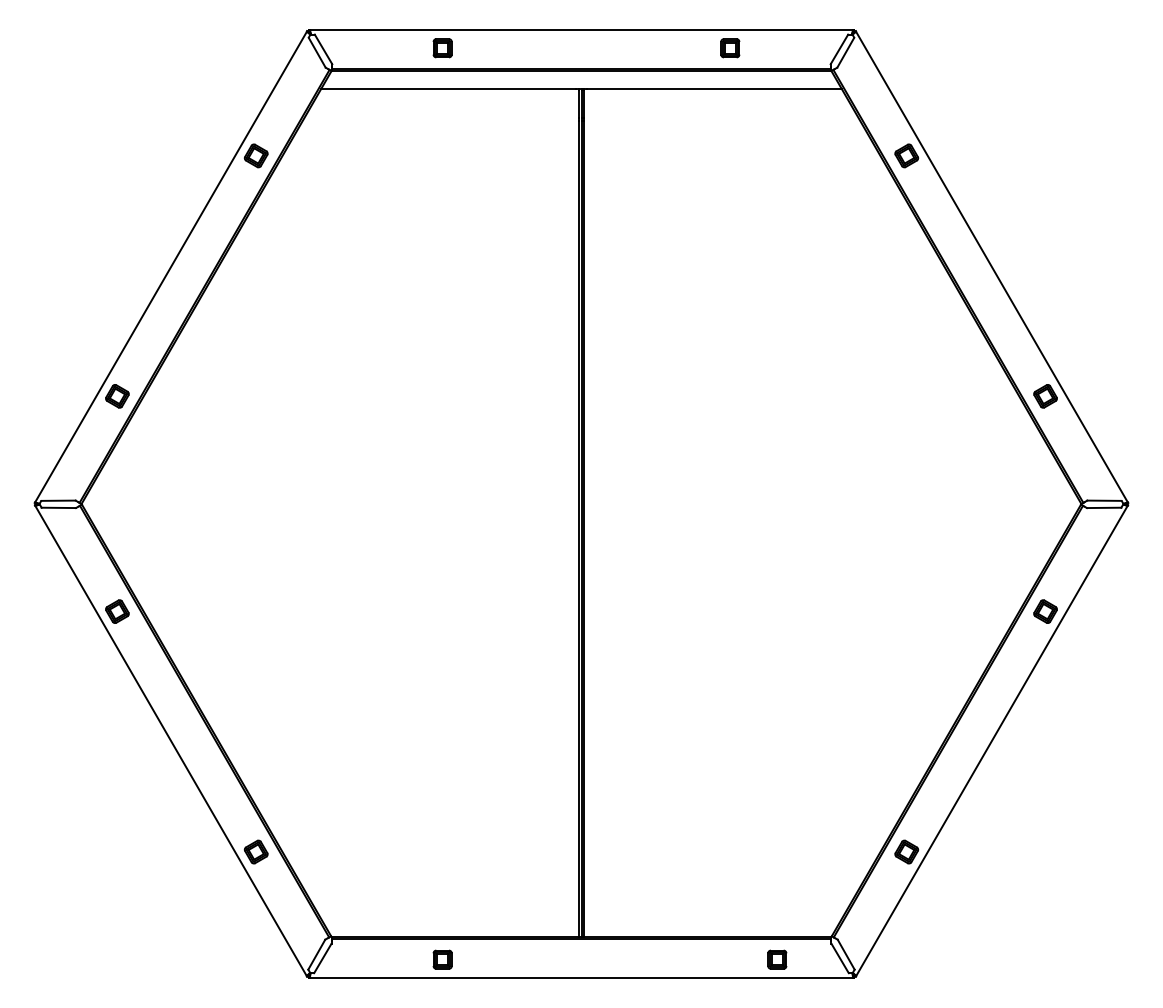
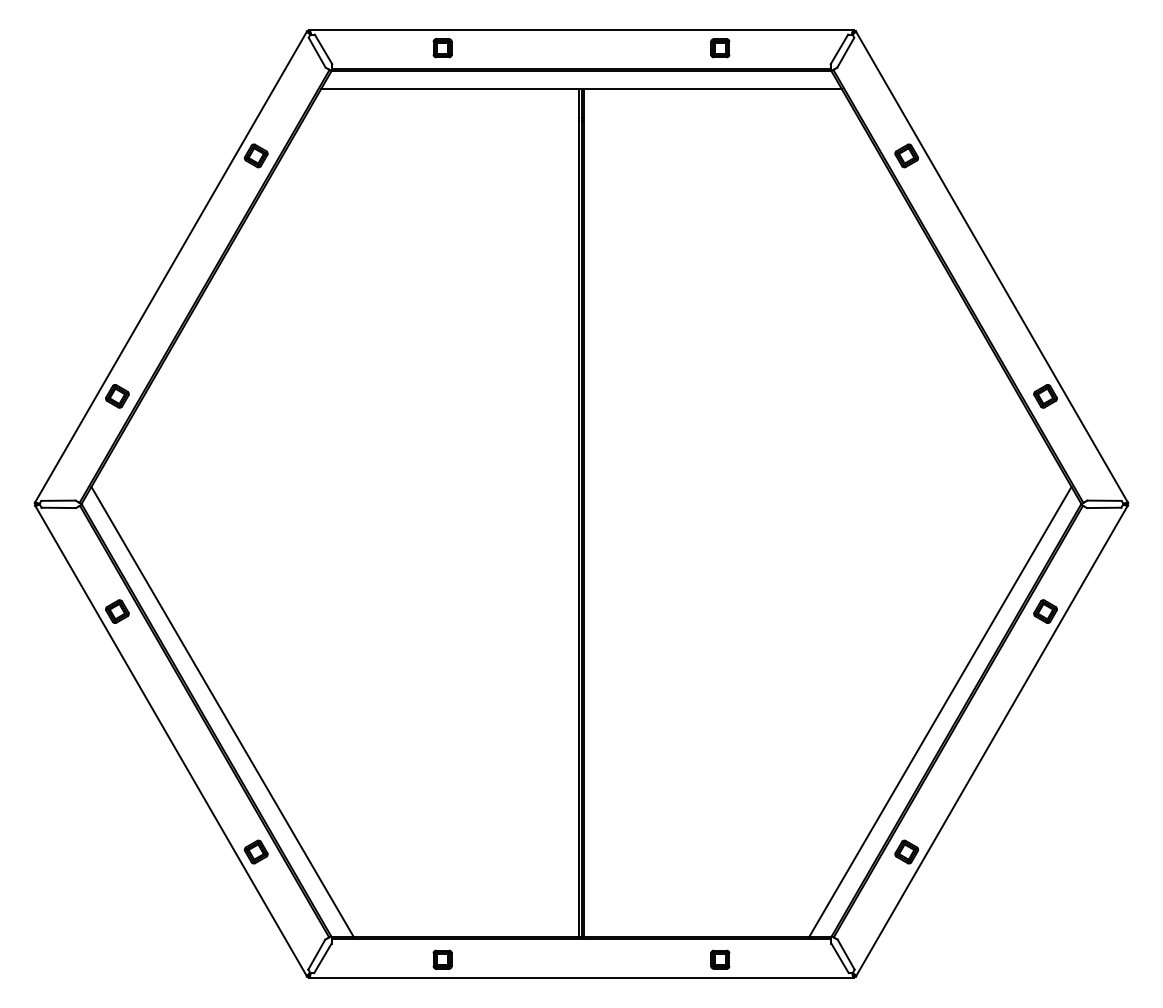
part at (730, 48) position: (730, 48) -> (720, 48)
line at (222, 711): none -> present
line at (940, 711): none -> present
part at (777, 959) position: (777, 959) -> (720, 959)
